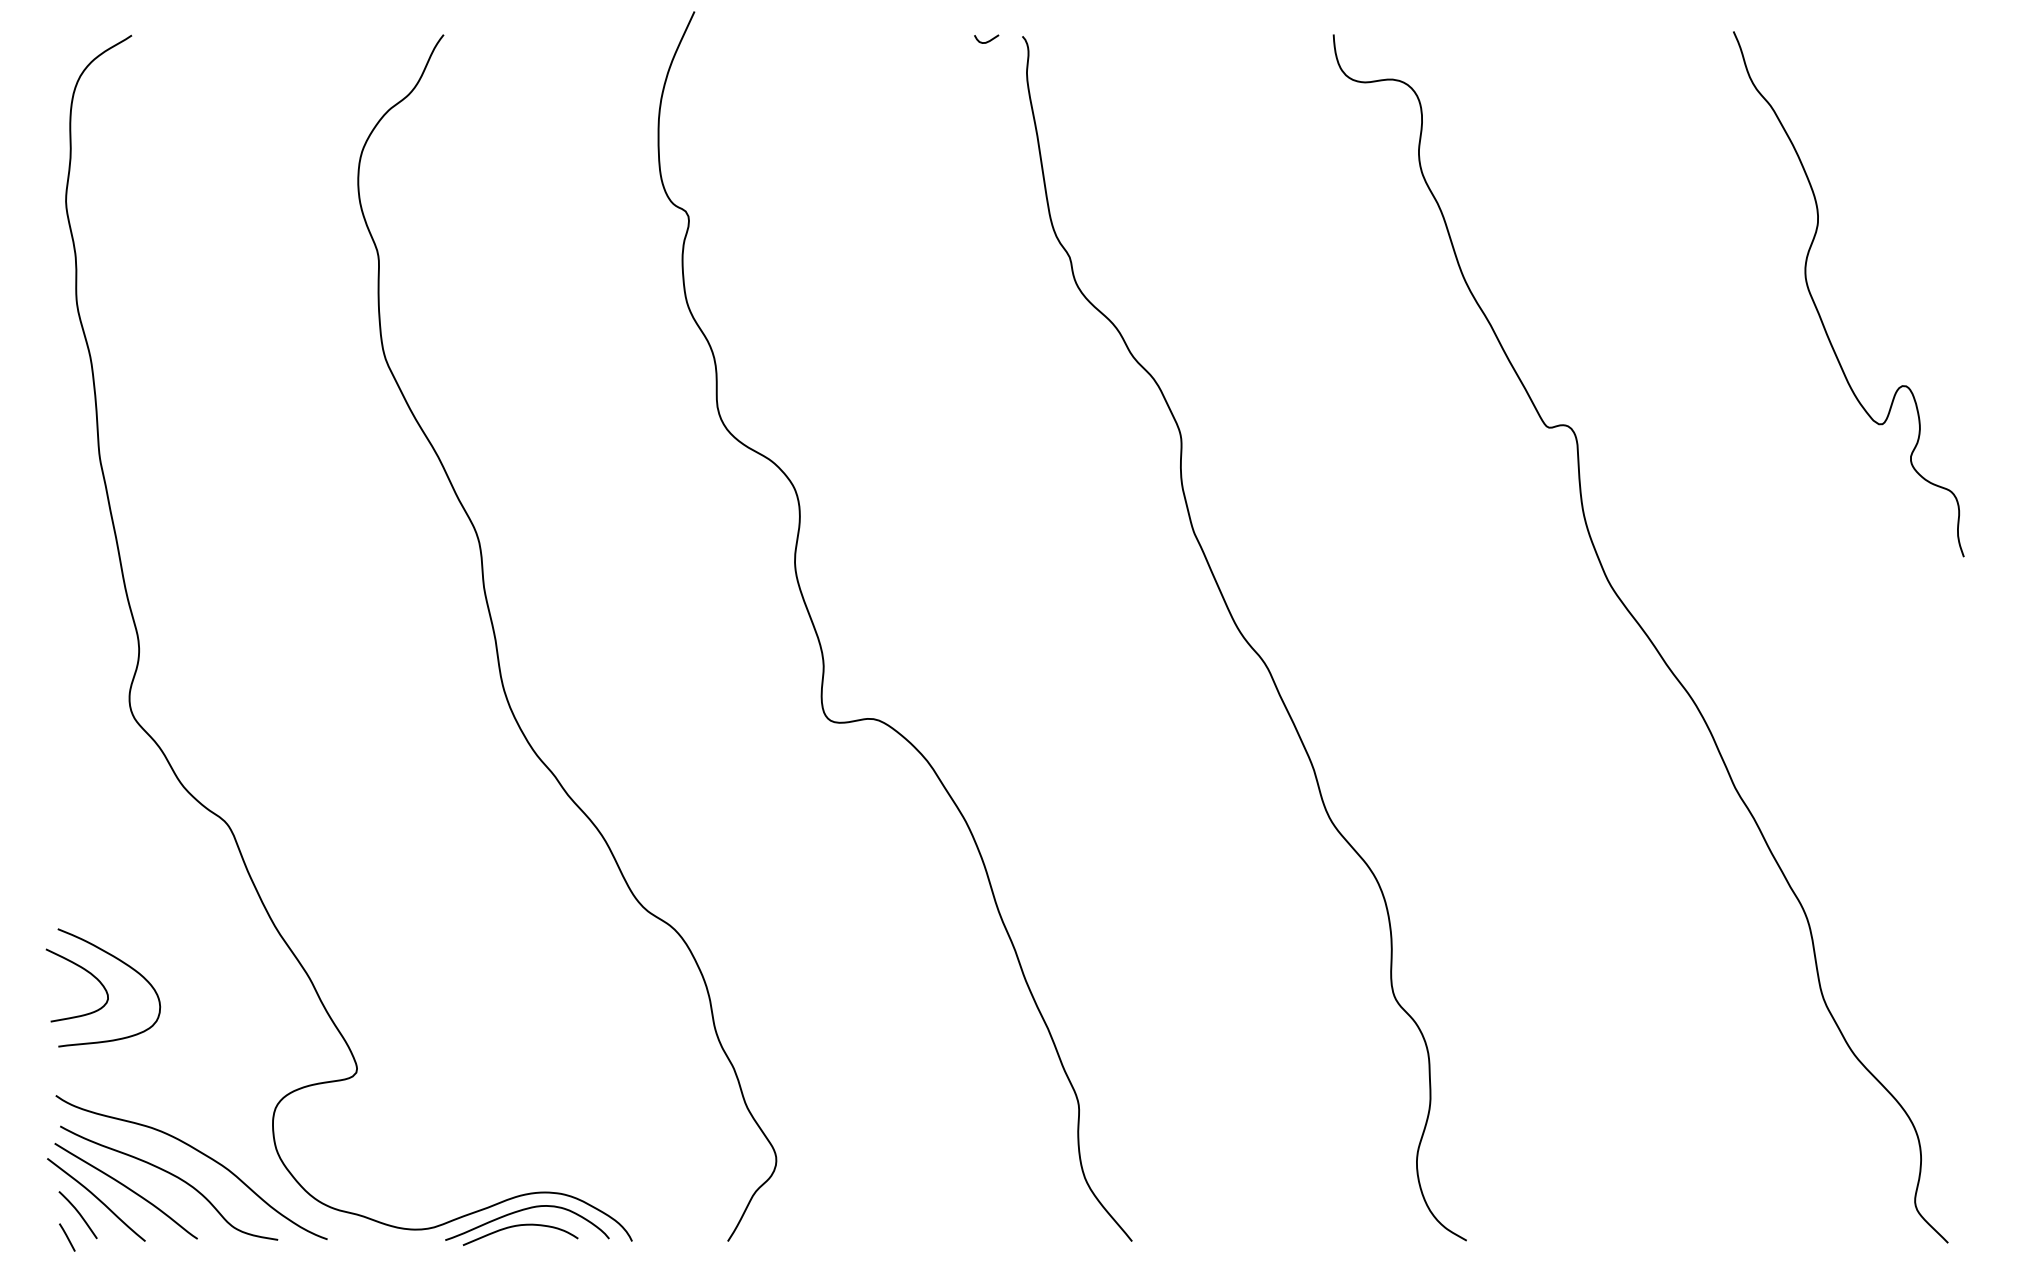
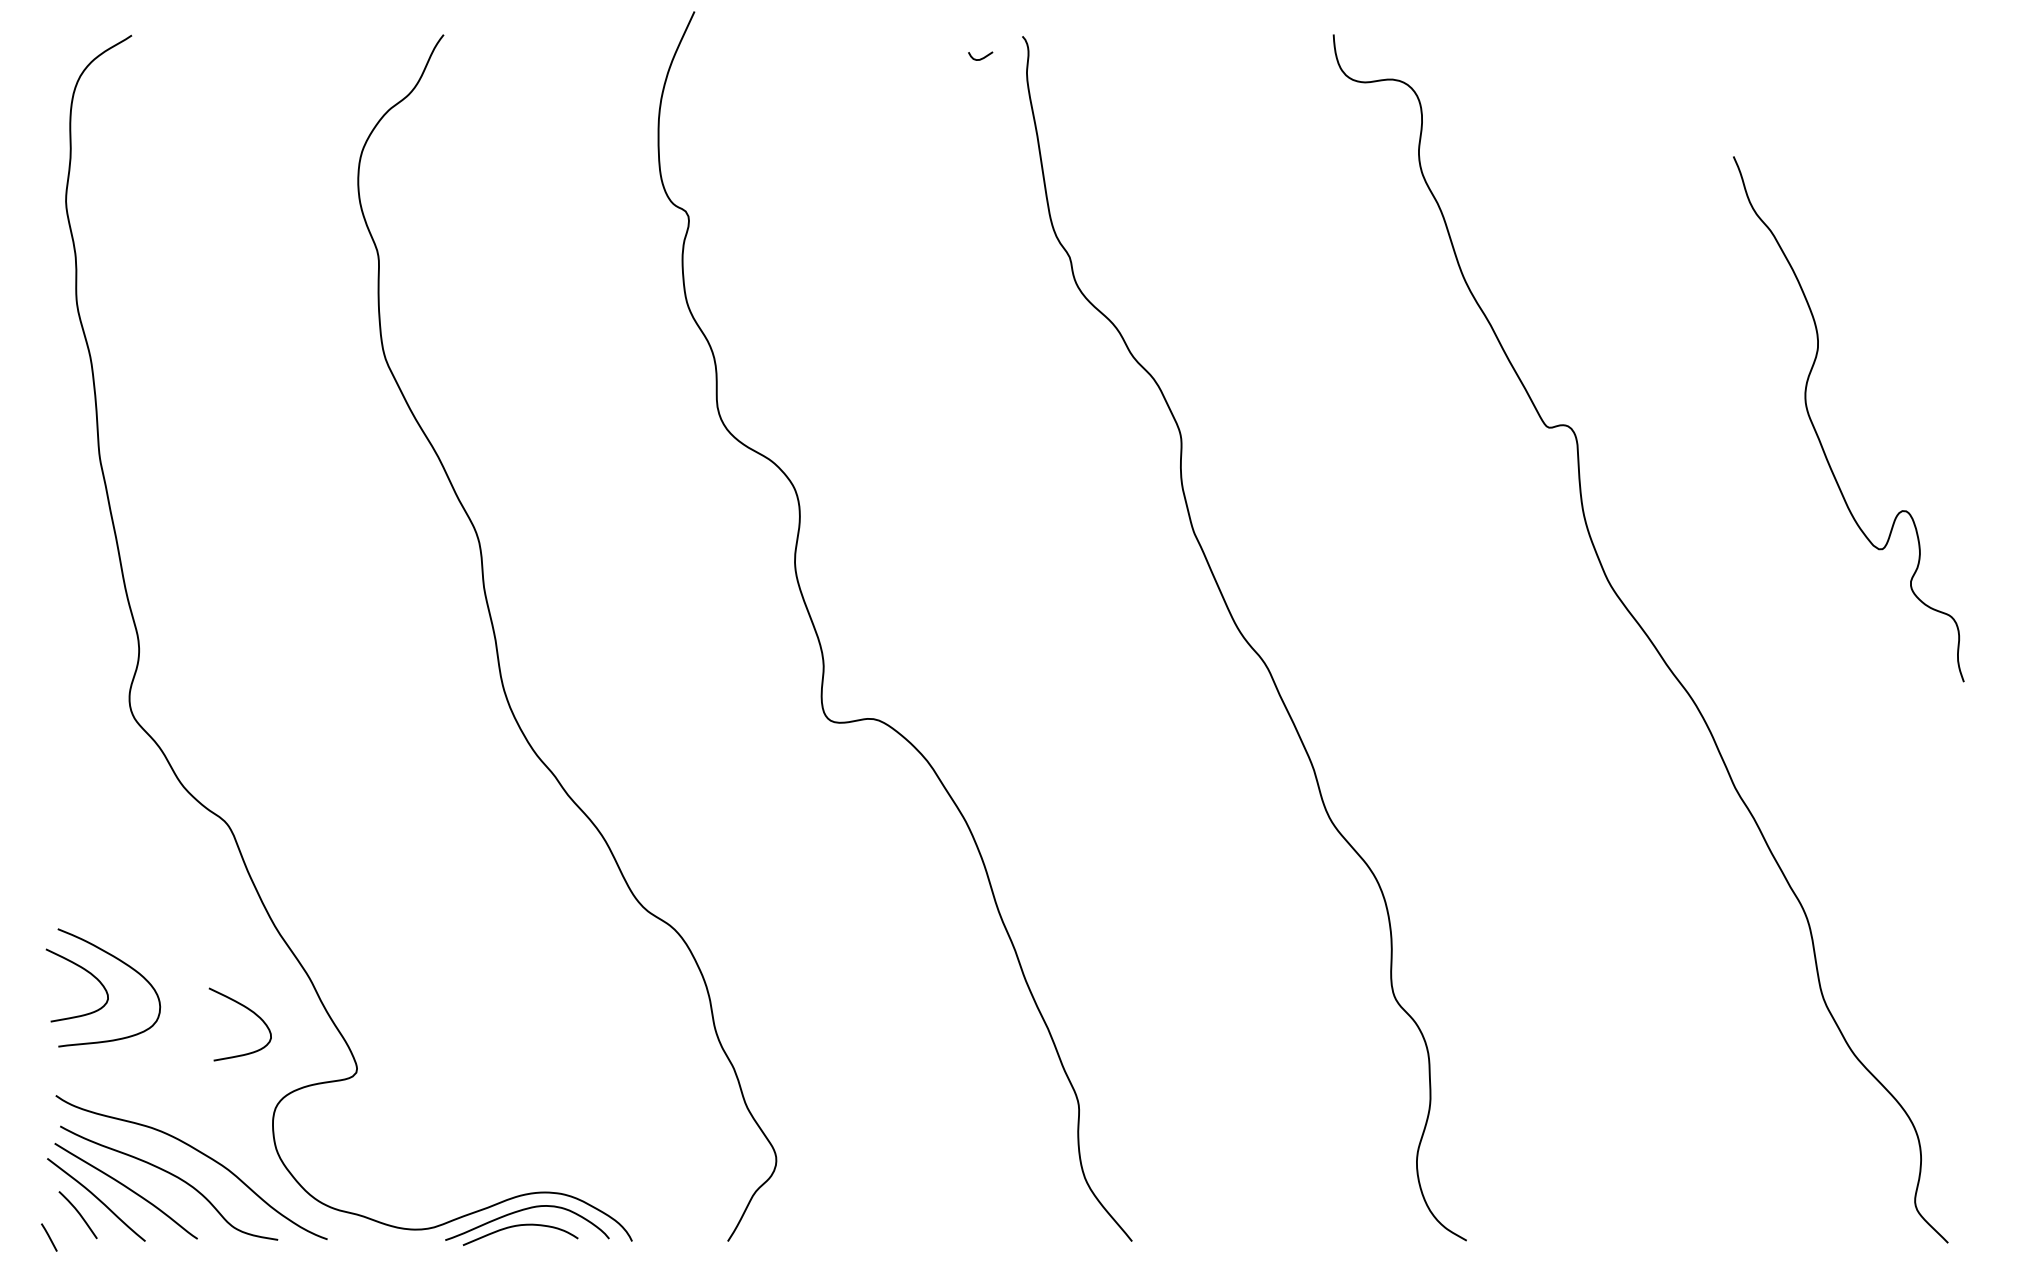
curve at (988, 40) position: (988, 40) -> (982, 57)
curve at (1817, 307) position: (1817, 307) -> (1817, 432)
curve at (251, 1012): none -> present
line at (67, 1237) position: (67, 1237) -> (49, 1237)
